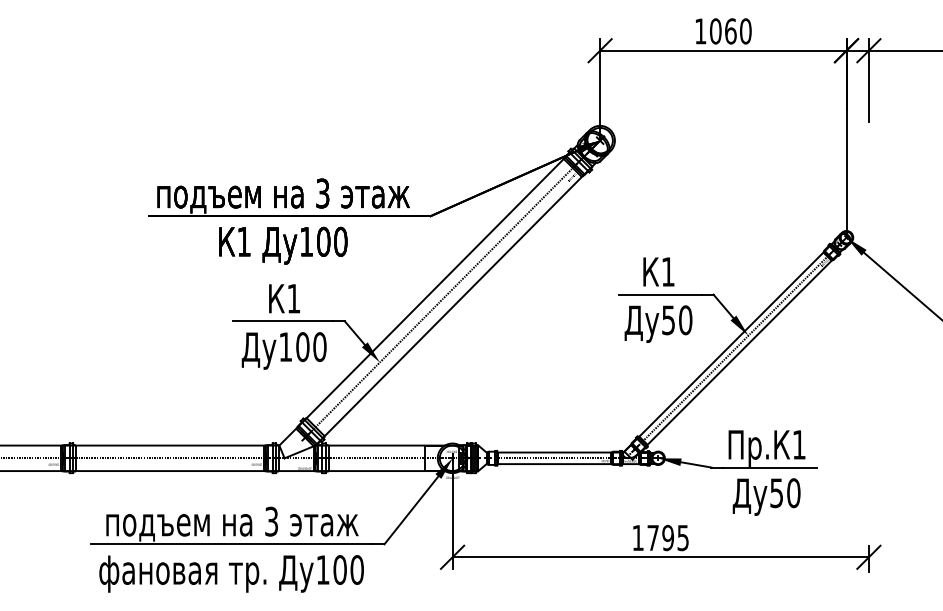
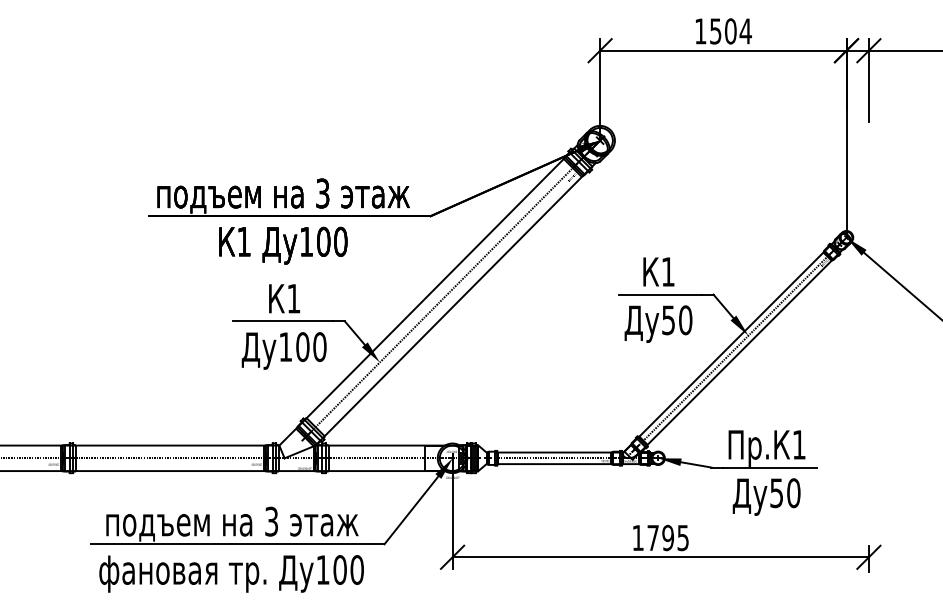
text at (730, 31): 1060 -> 1504
